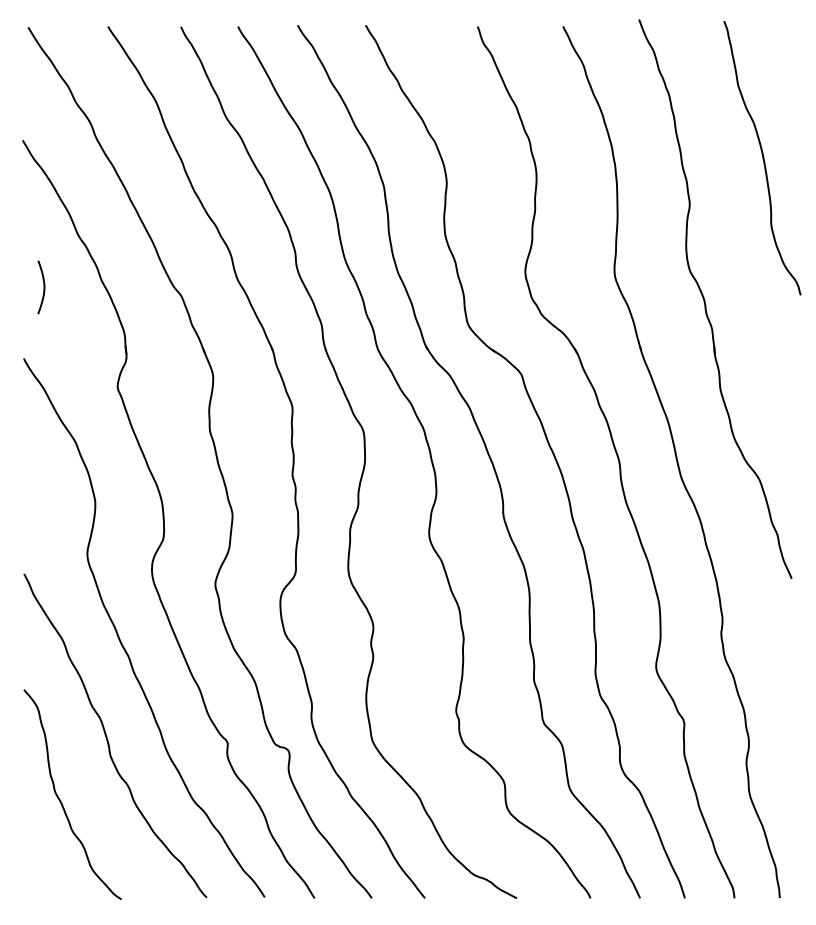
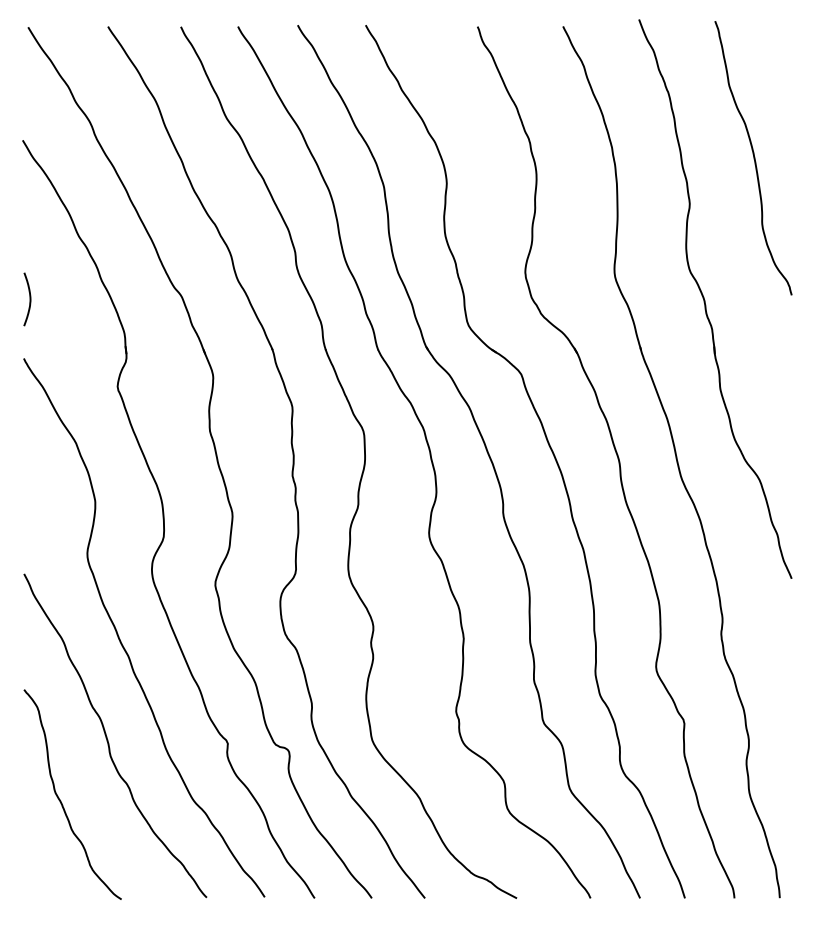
curve at (762, 158) position: (762, 158) -> (753, 158)
curve at (43, 287) position: (43, 287) -> (29, 299)
